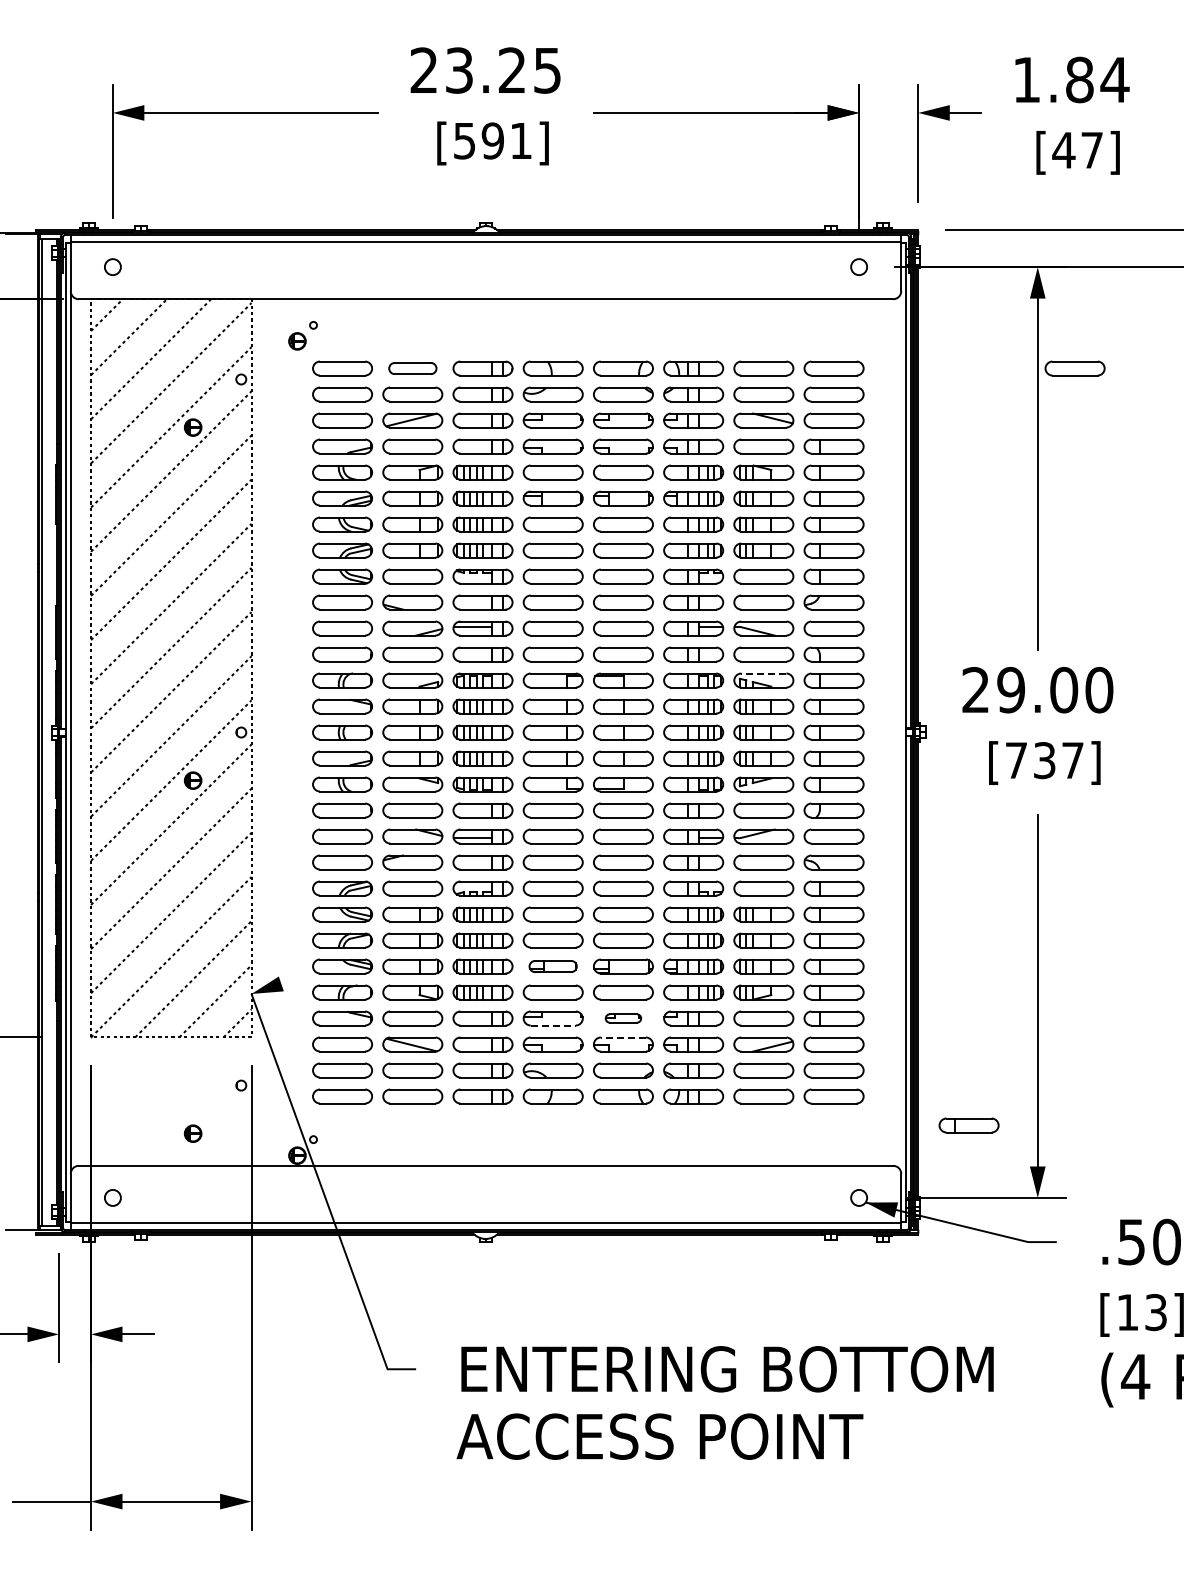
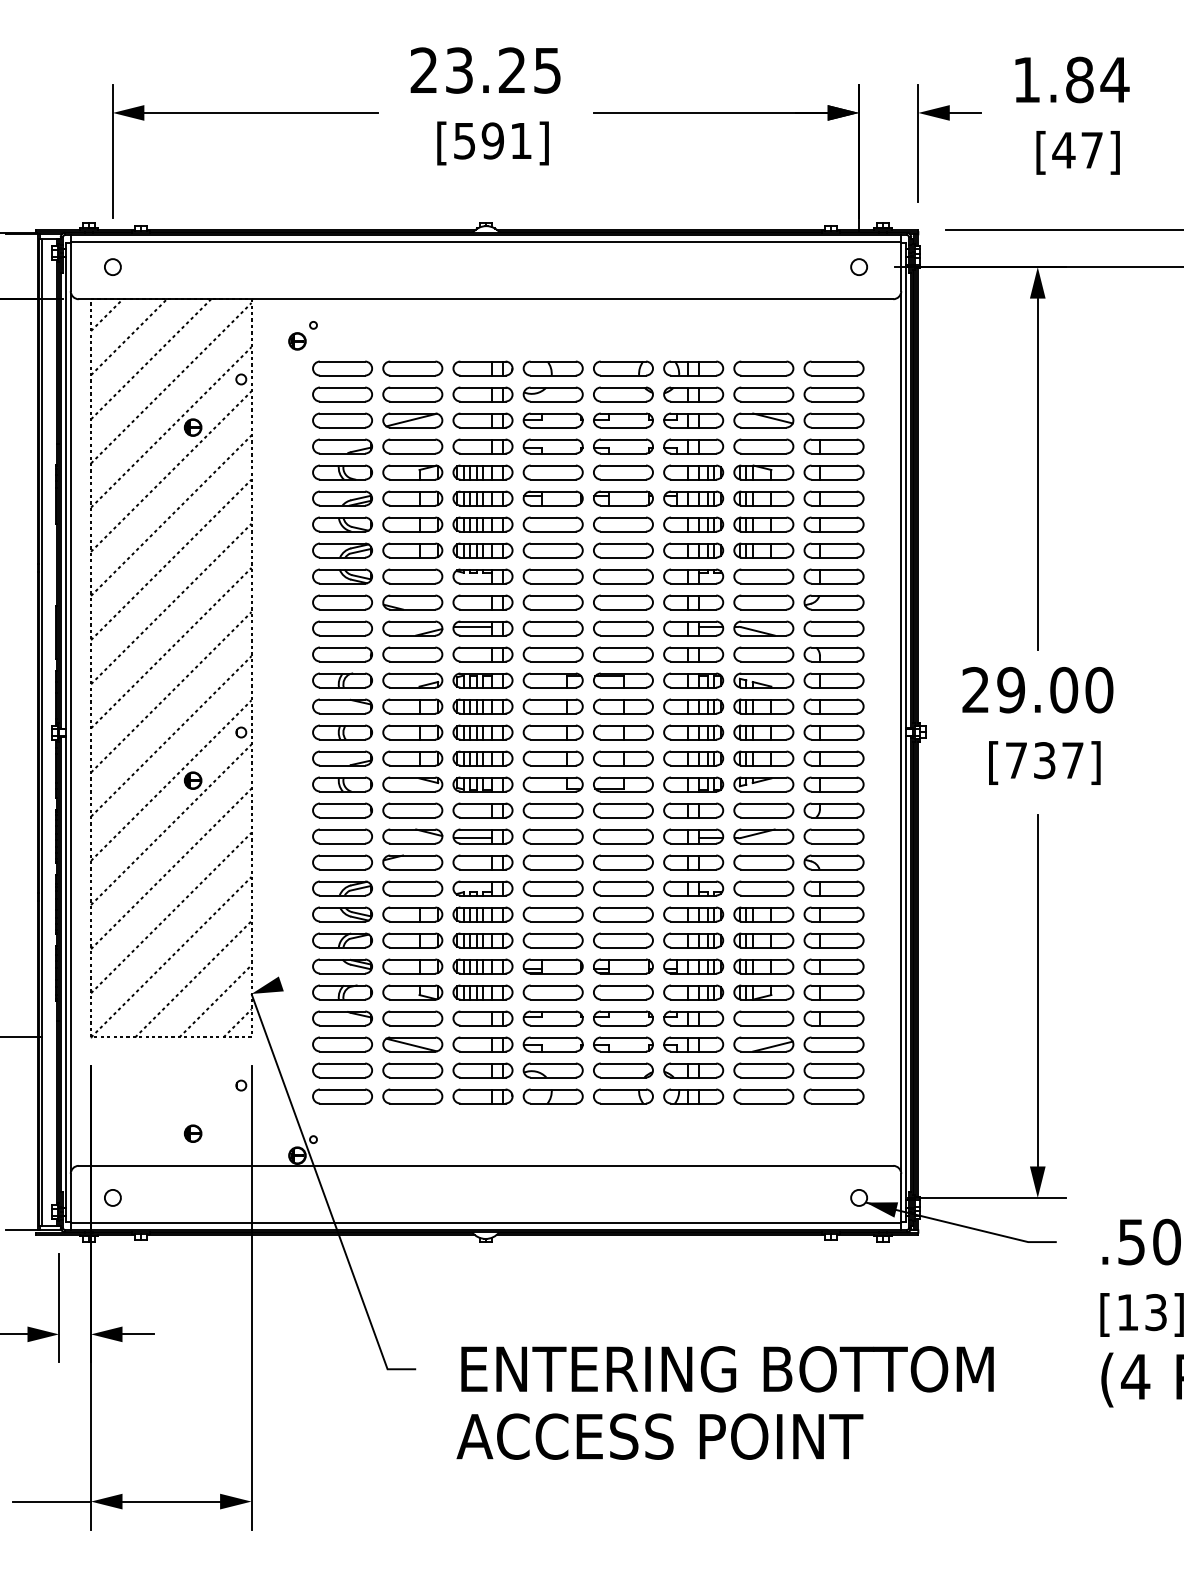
part at (412, 368) size: 50x13 px -> 62x17 px
part at (1074, 368): present -> none
line at (763, 673): dashed -> solid
line at (900, 732): none -> present
part at (552, 966) size: 50x13 px -> 62x17 px
part at (623, 1018) size: 39x11 px -> 61x17 px
line at (553, 1025): dashed -> solid
line at (623, 1037): dashed -> solid
part at (968, 1125): present -> none
